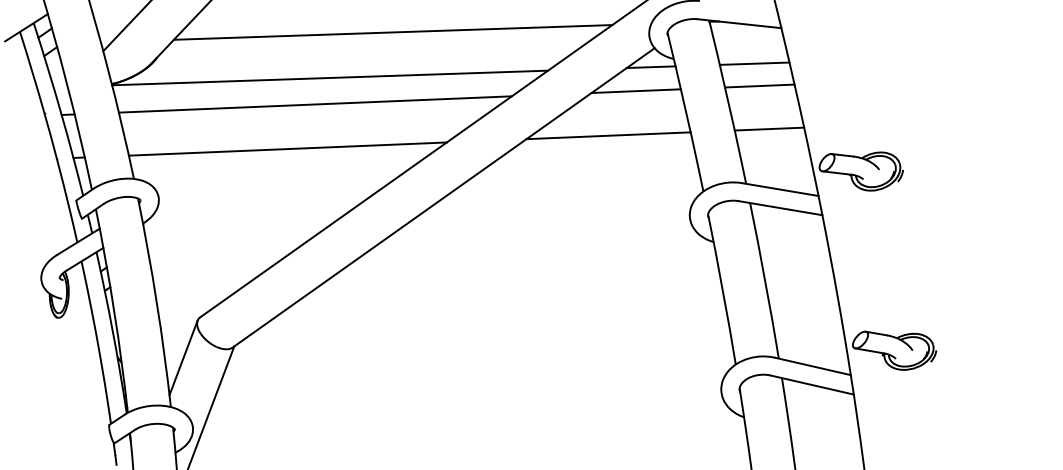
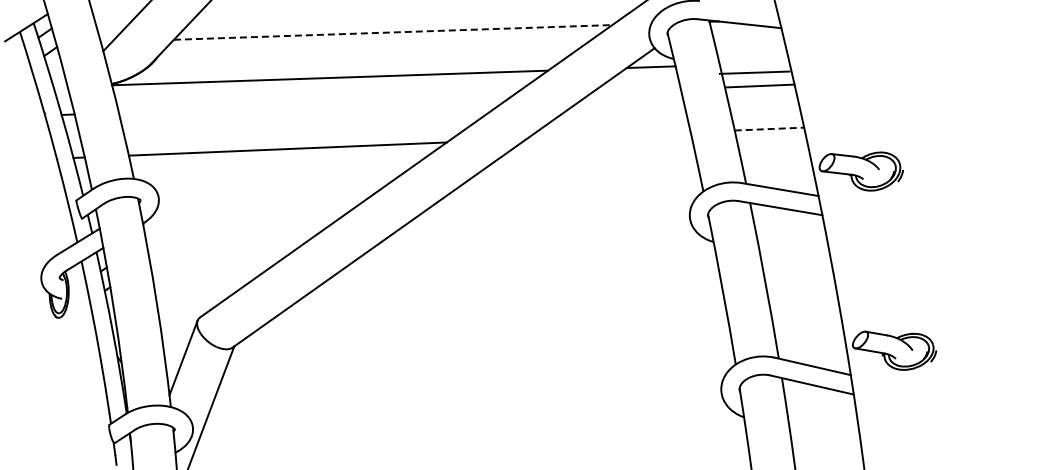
line at (393, 32): solid -> dashed
line at (754, 63) position: (754, 63) -> (754, 72)
line at (635, 91): present -> none
line at (314, 104): present -> none
line at (769, 129): solid -> dashed
line at (608, 135): present -> none
